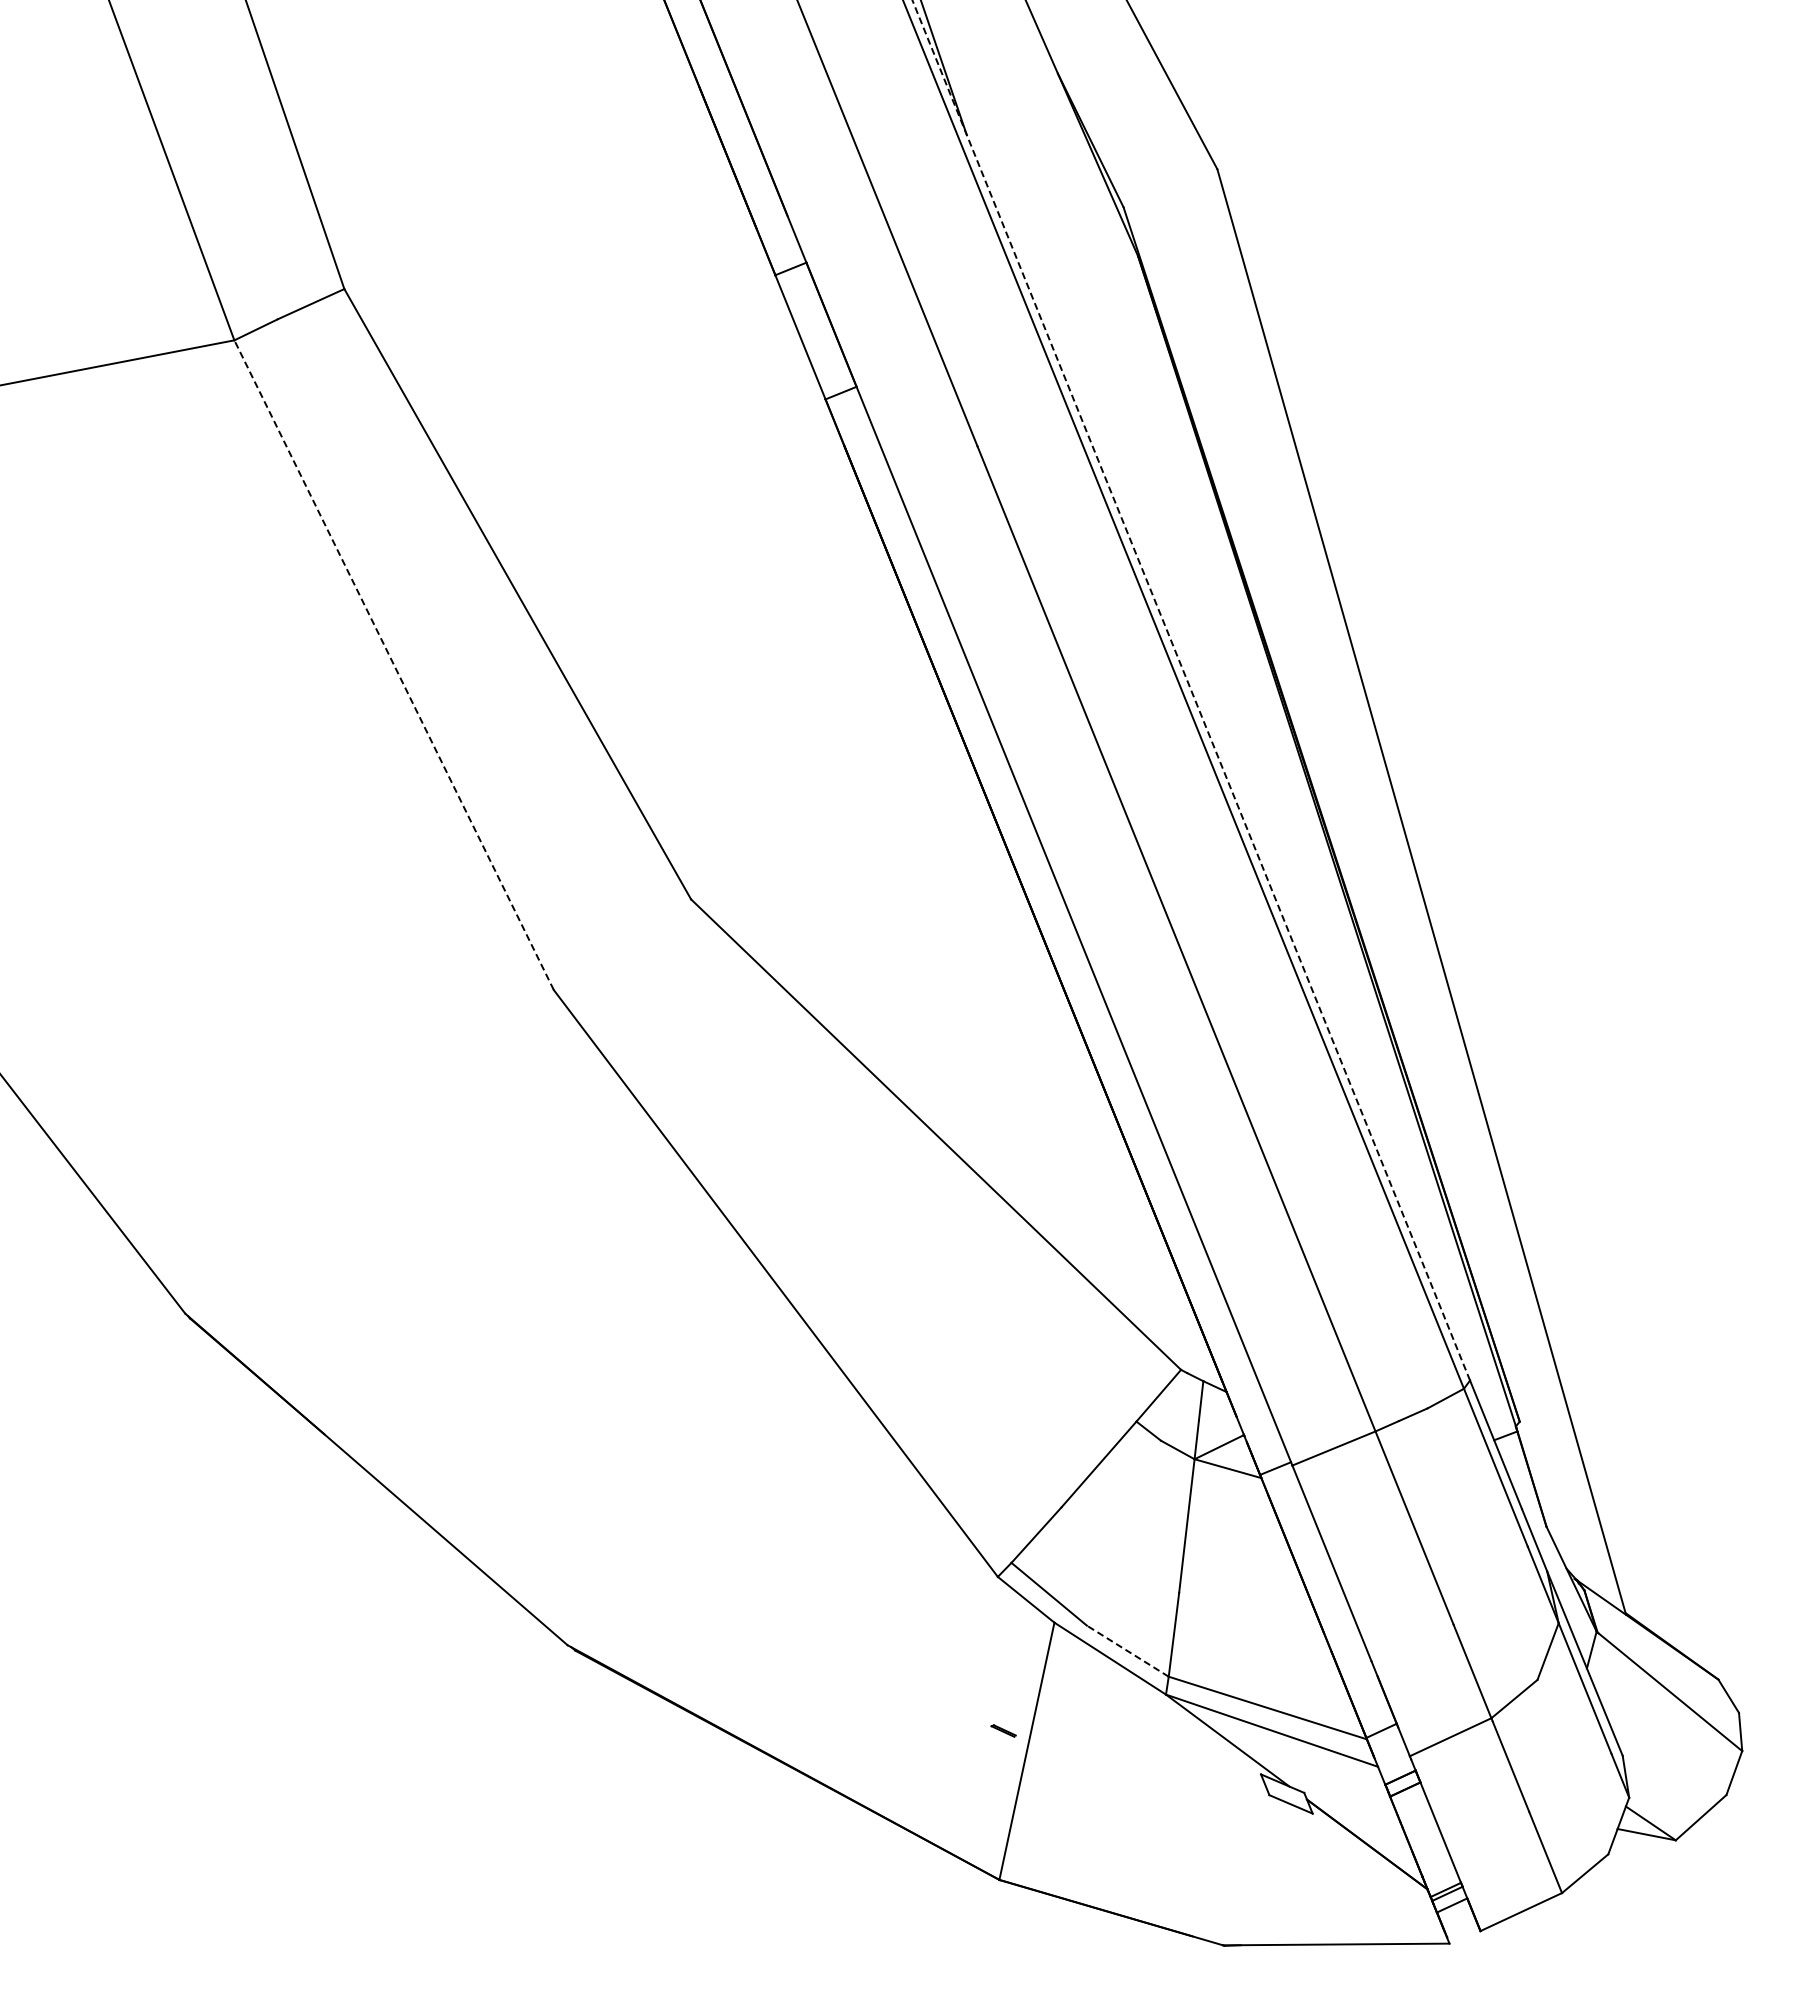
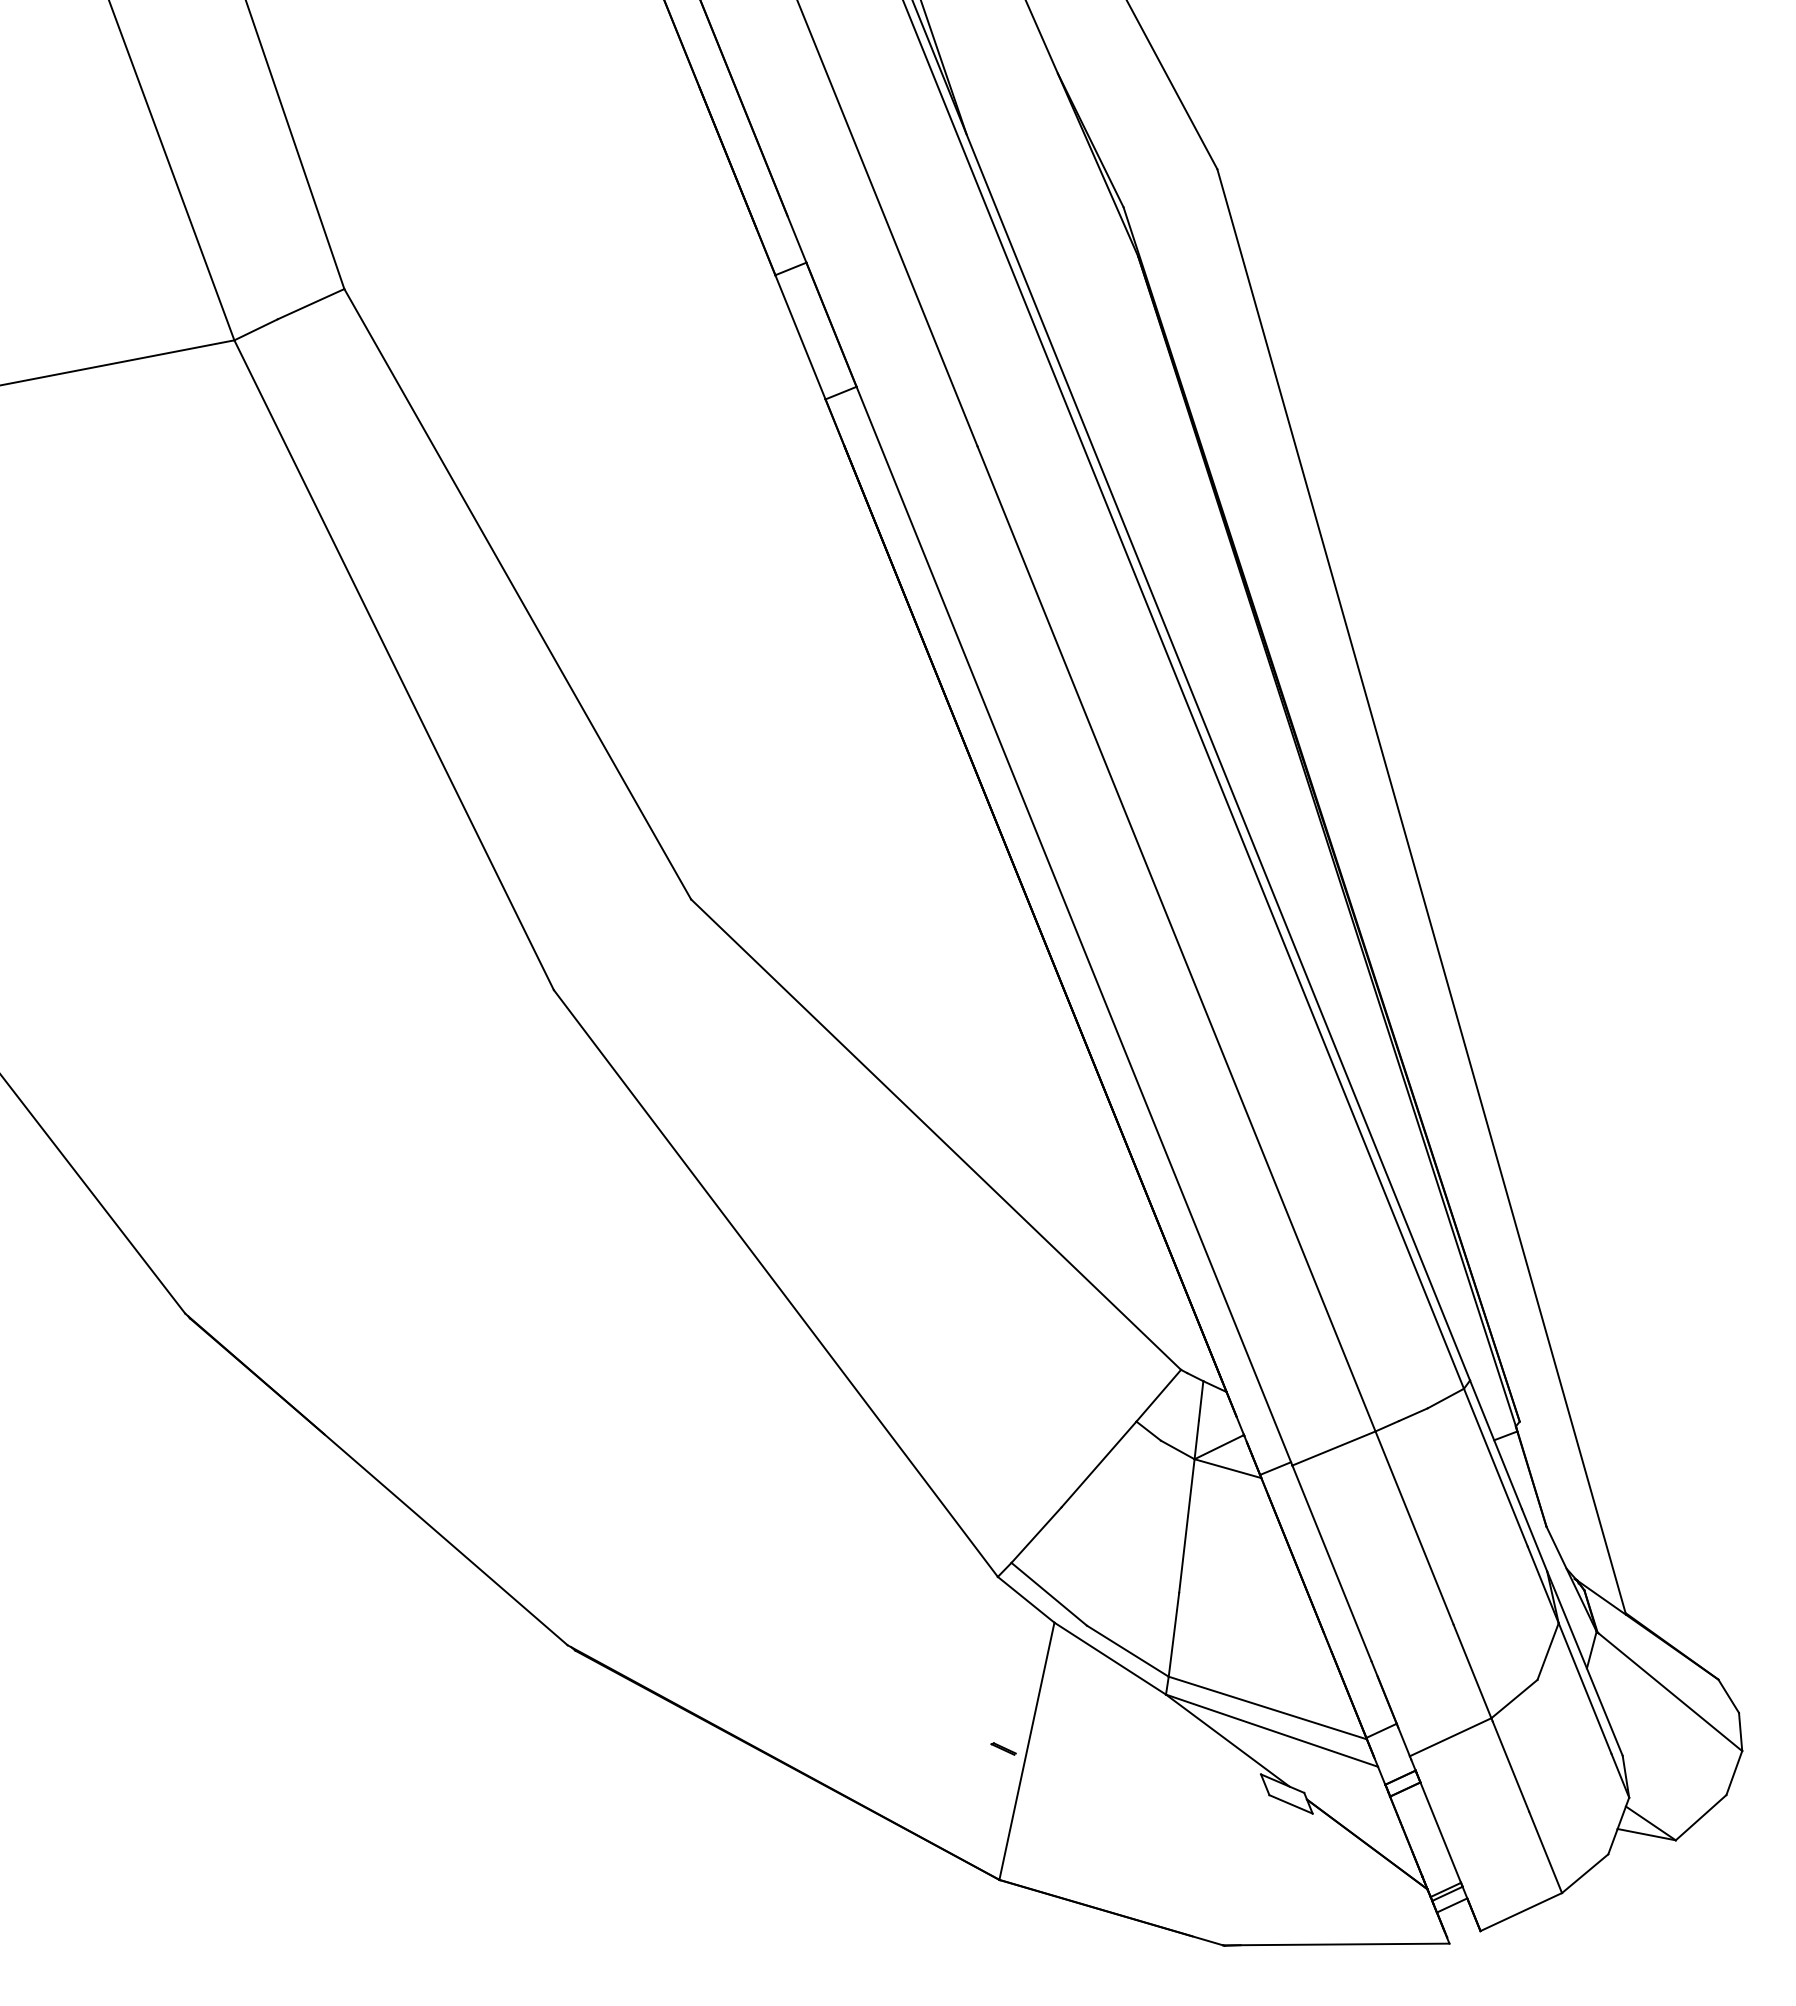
line at (394, 665): dashed -> solid
line at (1191, 690): dashed -> solid
line at (1127, 1650): dashed -> solid
part at (1003, 1730) position: (1003, 1730) -> (1003, 1748)
